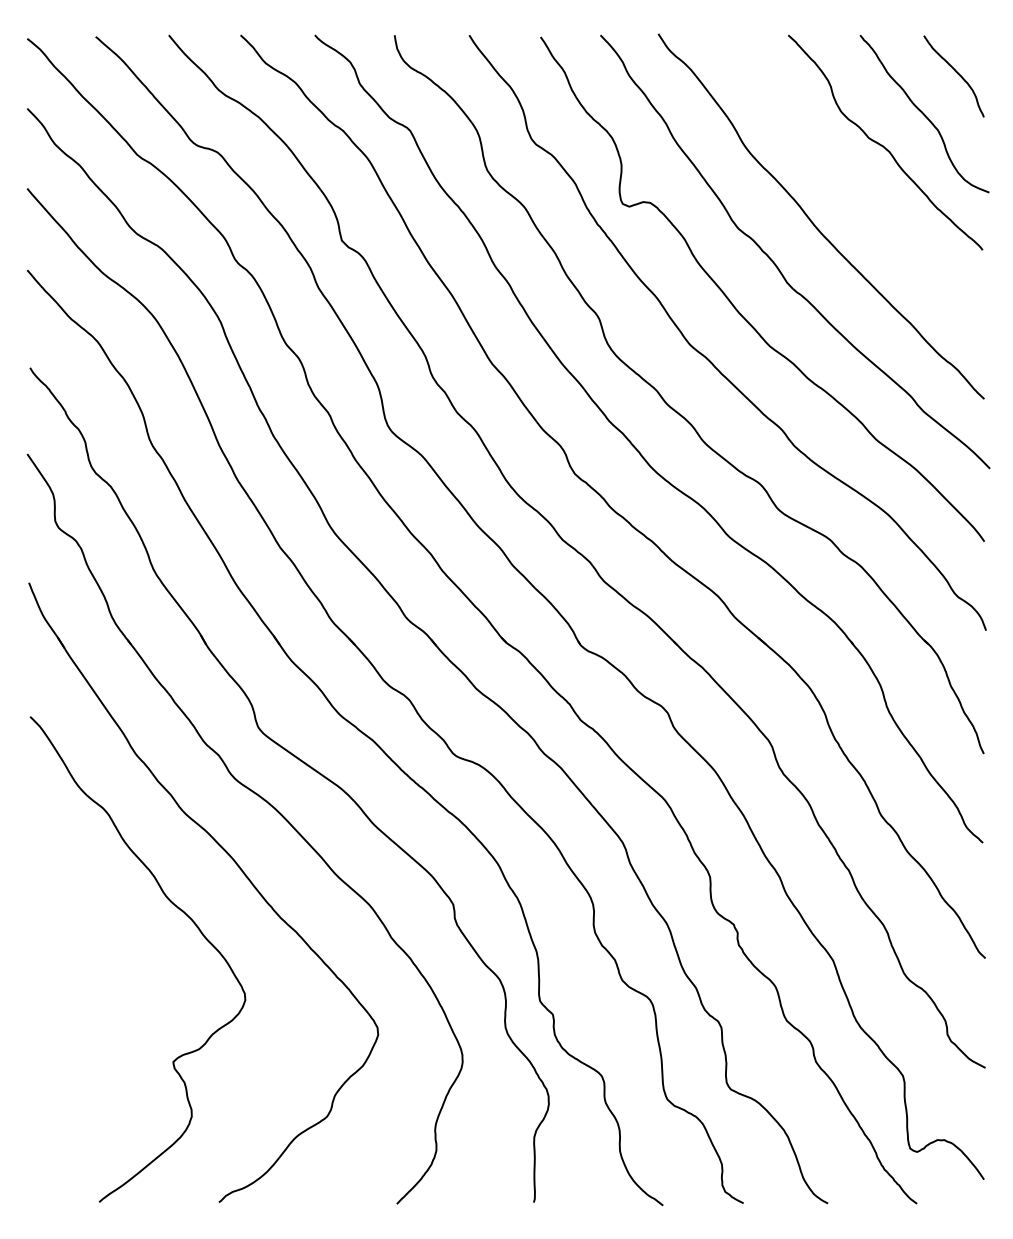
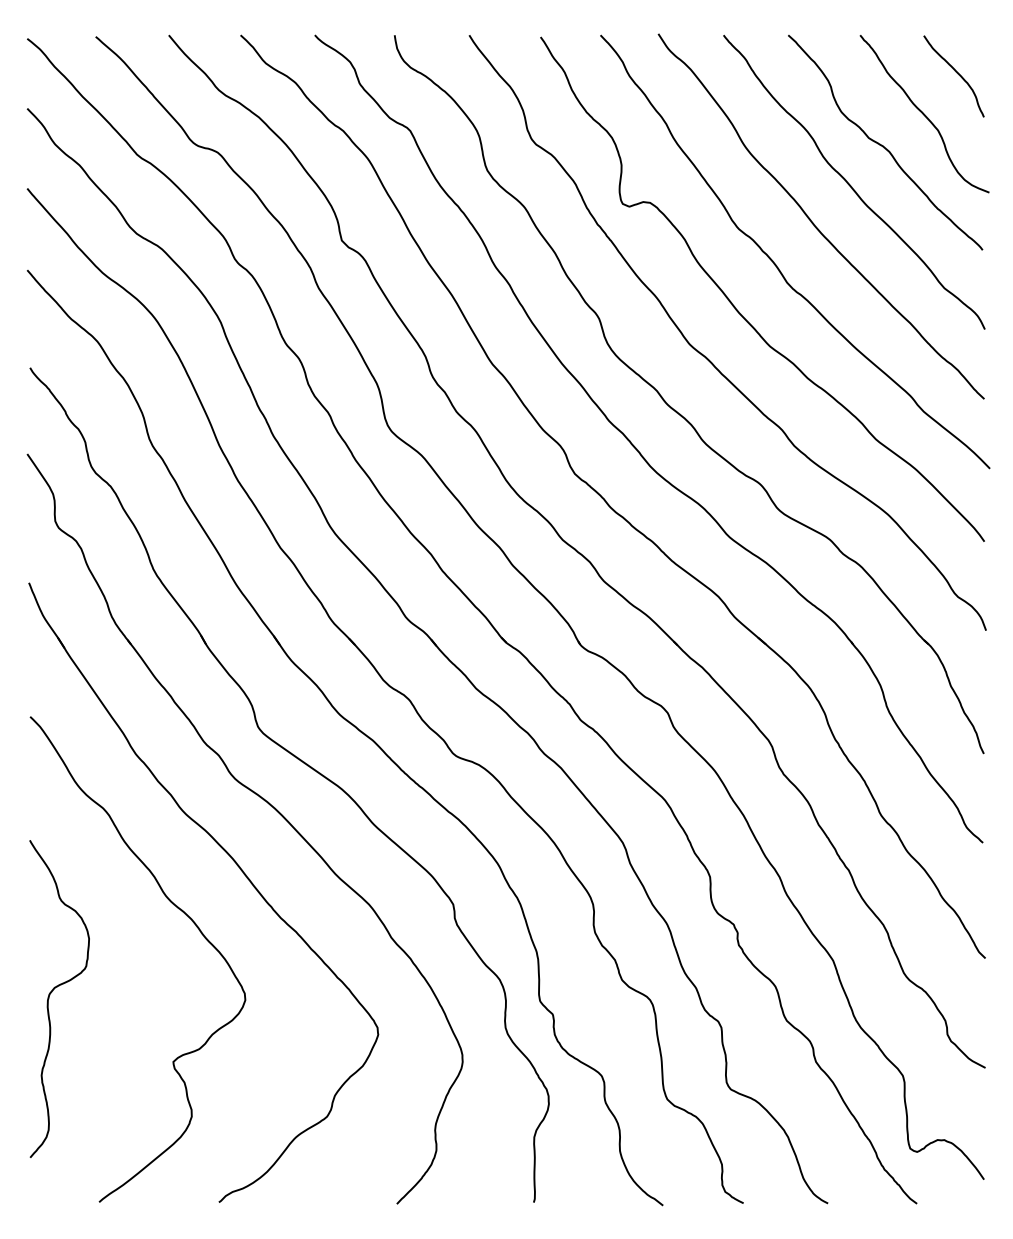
curve at (850, 184): none -> present
curve at (52, 992): none -> present
